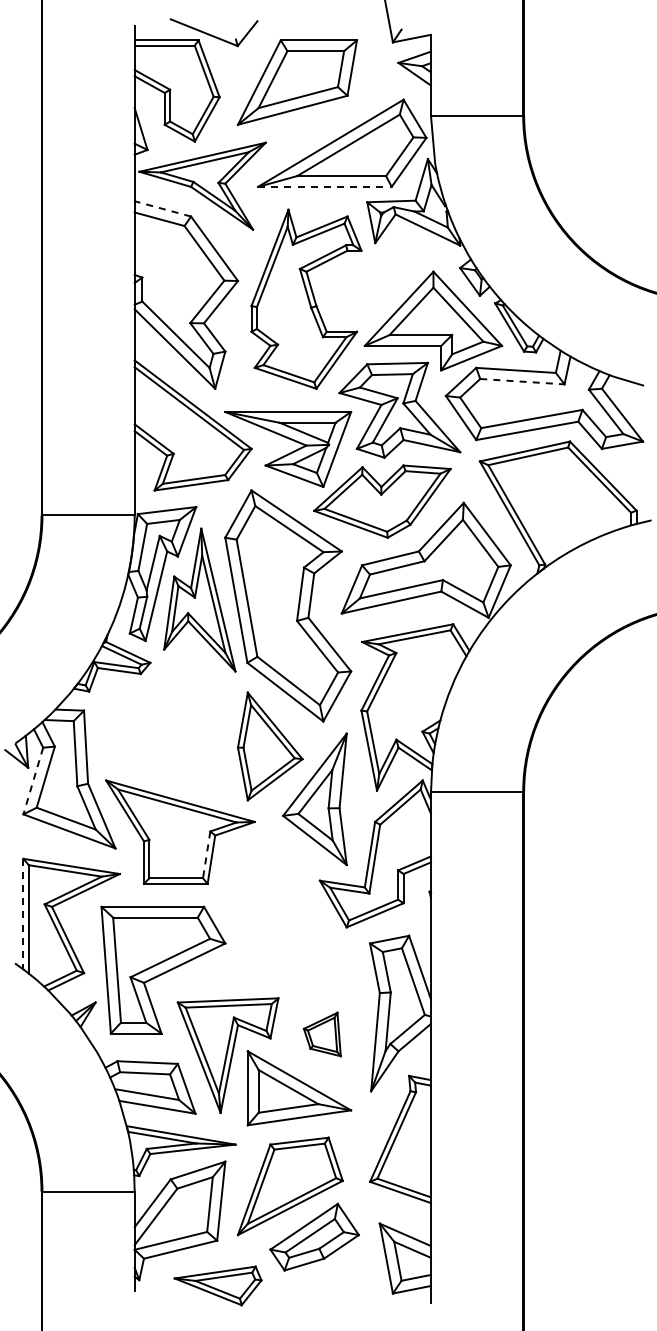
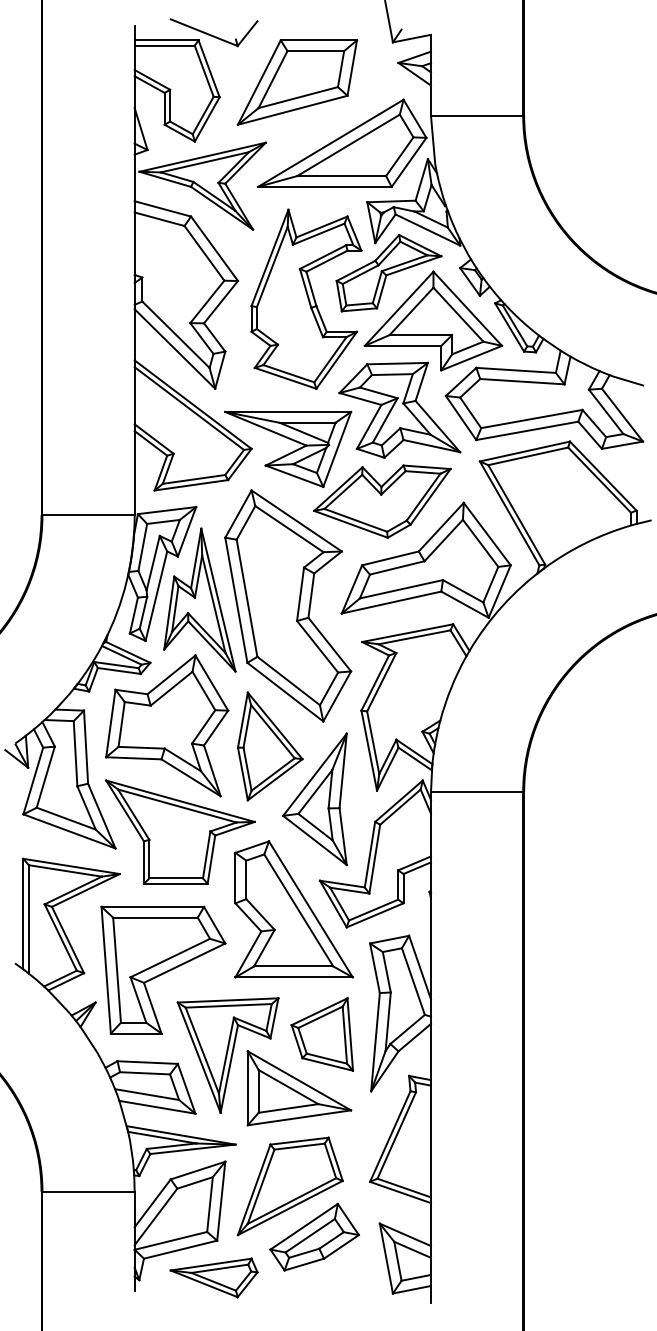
line at (324, 186): dashed -> solid
line at (162, 208): dashed -> solid
part at (388, 273): none -> present
line at (522, 381): dashed -> solid
part at (167, 725): none -> present
line at (33, 781): dashed -> solid
line at (206, 854): dashed -> solid
part at (293, 909): none -> present
line at (23, 914): dashed -> solid
part at (321, 1034) size: 40x47 px -> 65x75 px
part at (217, 1285) position: (217, 1285) -> (213, 1277)
